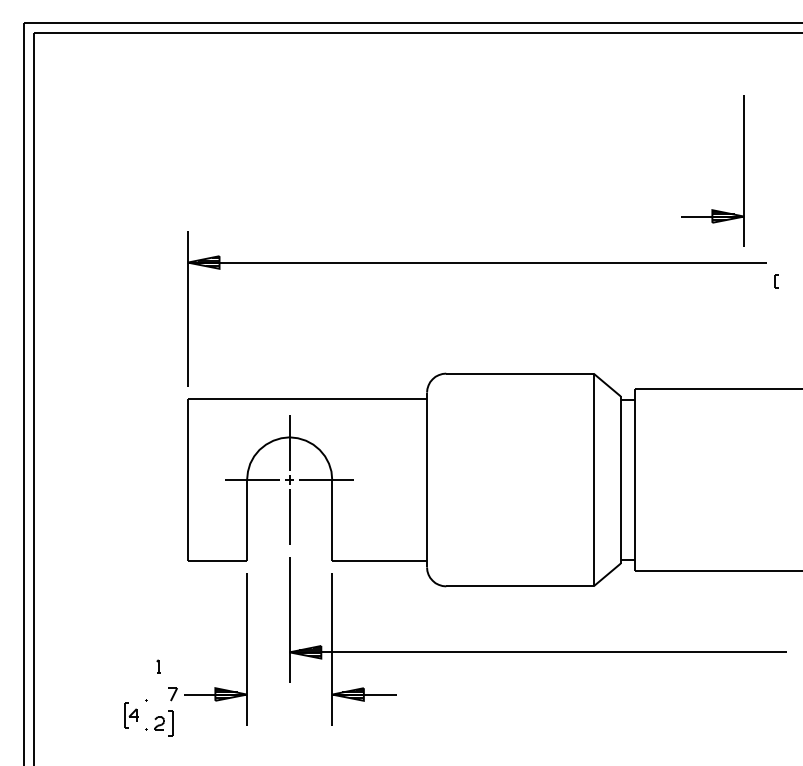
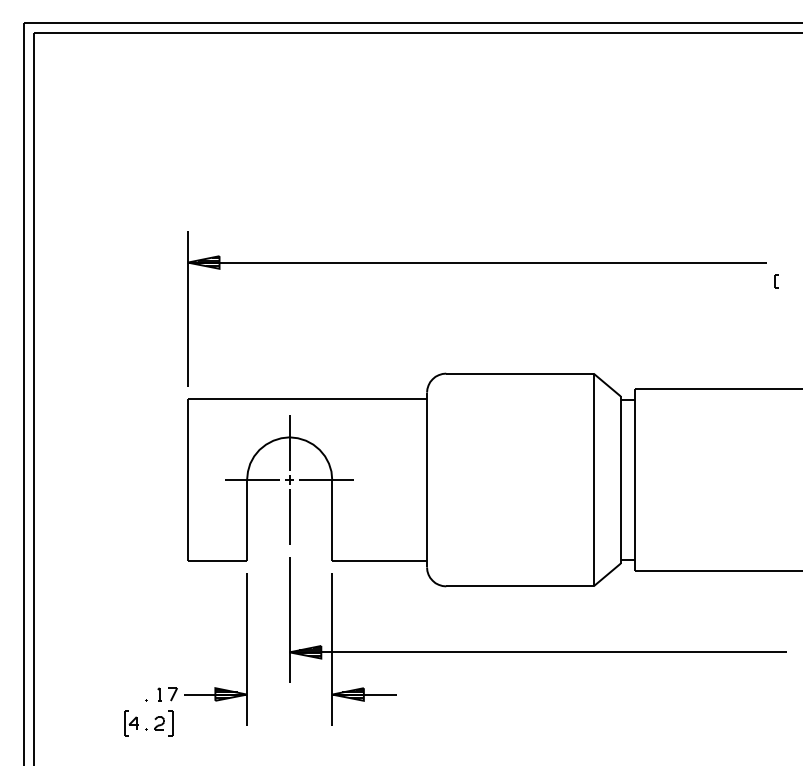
part at (743, 171): present -> none
part at (158, 666) position: (158, 666) -> (159, 694)
part at (131, 715) position: (131, 715) -> (131, 723)
